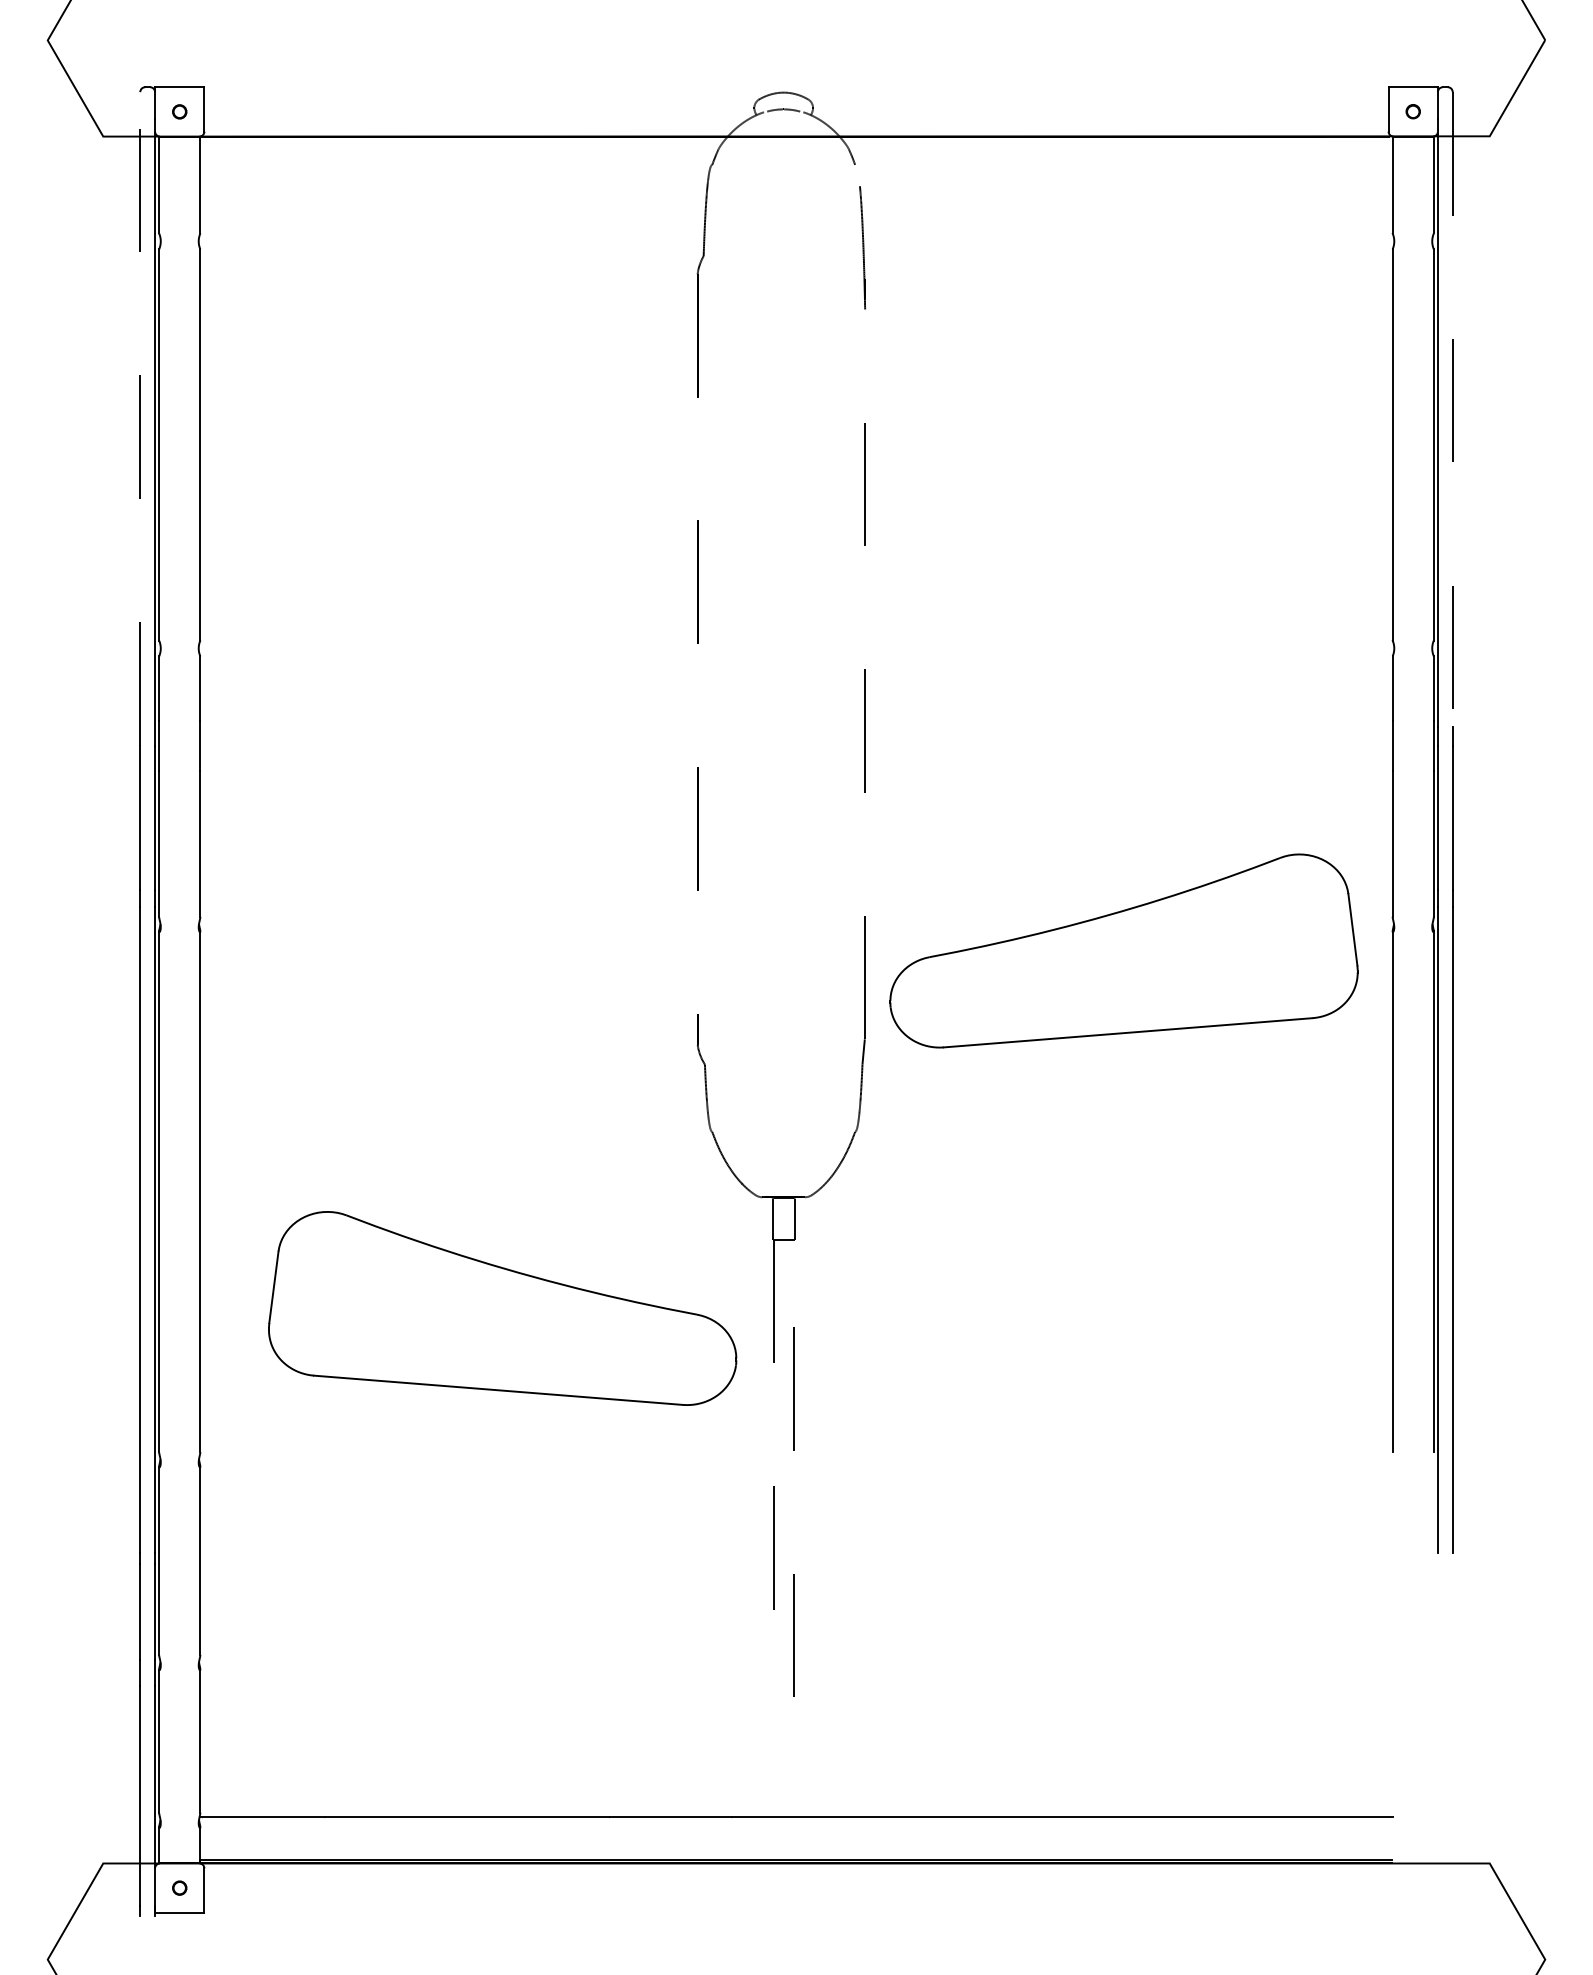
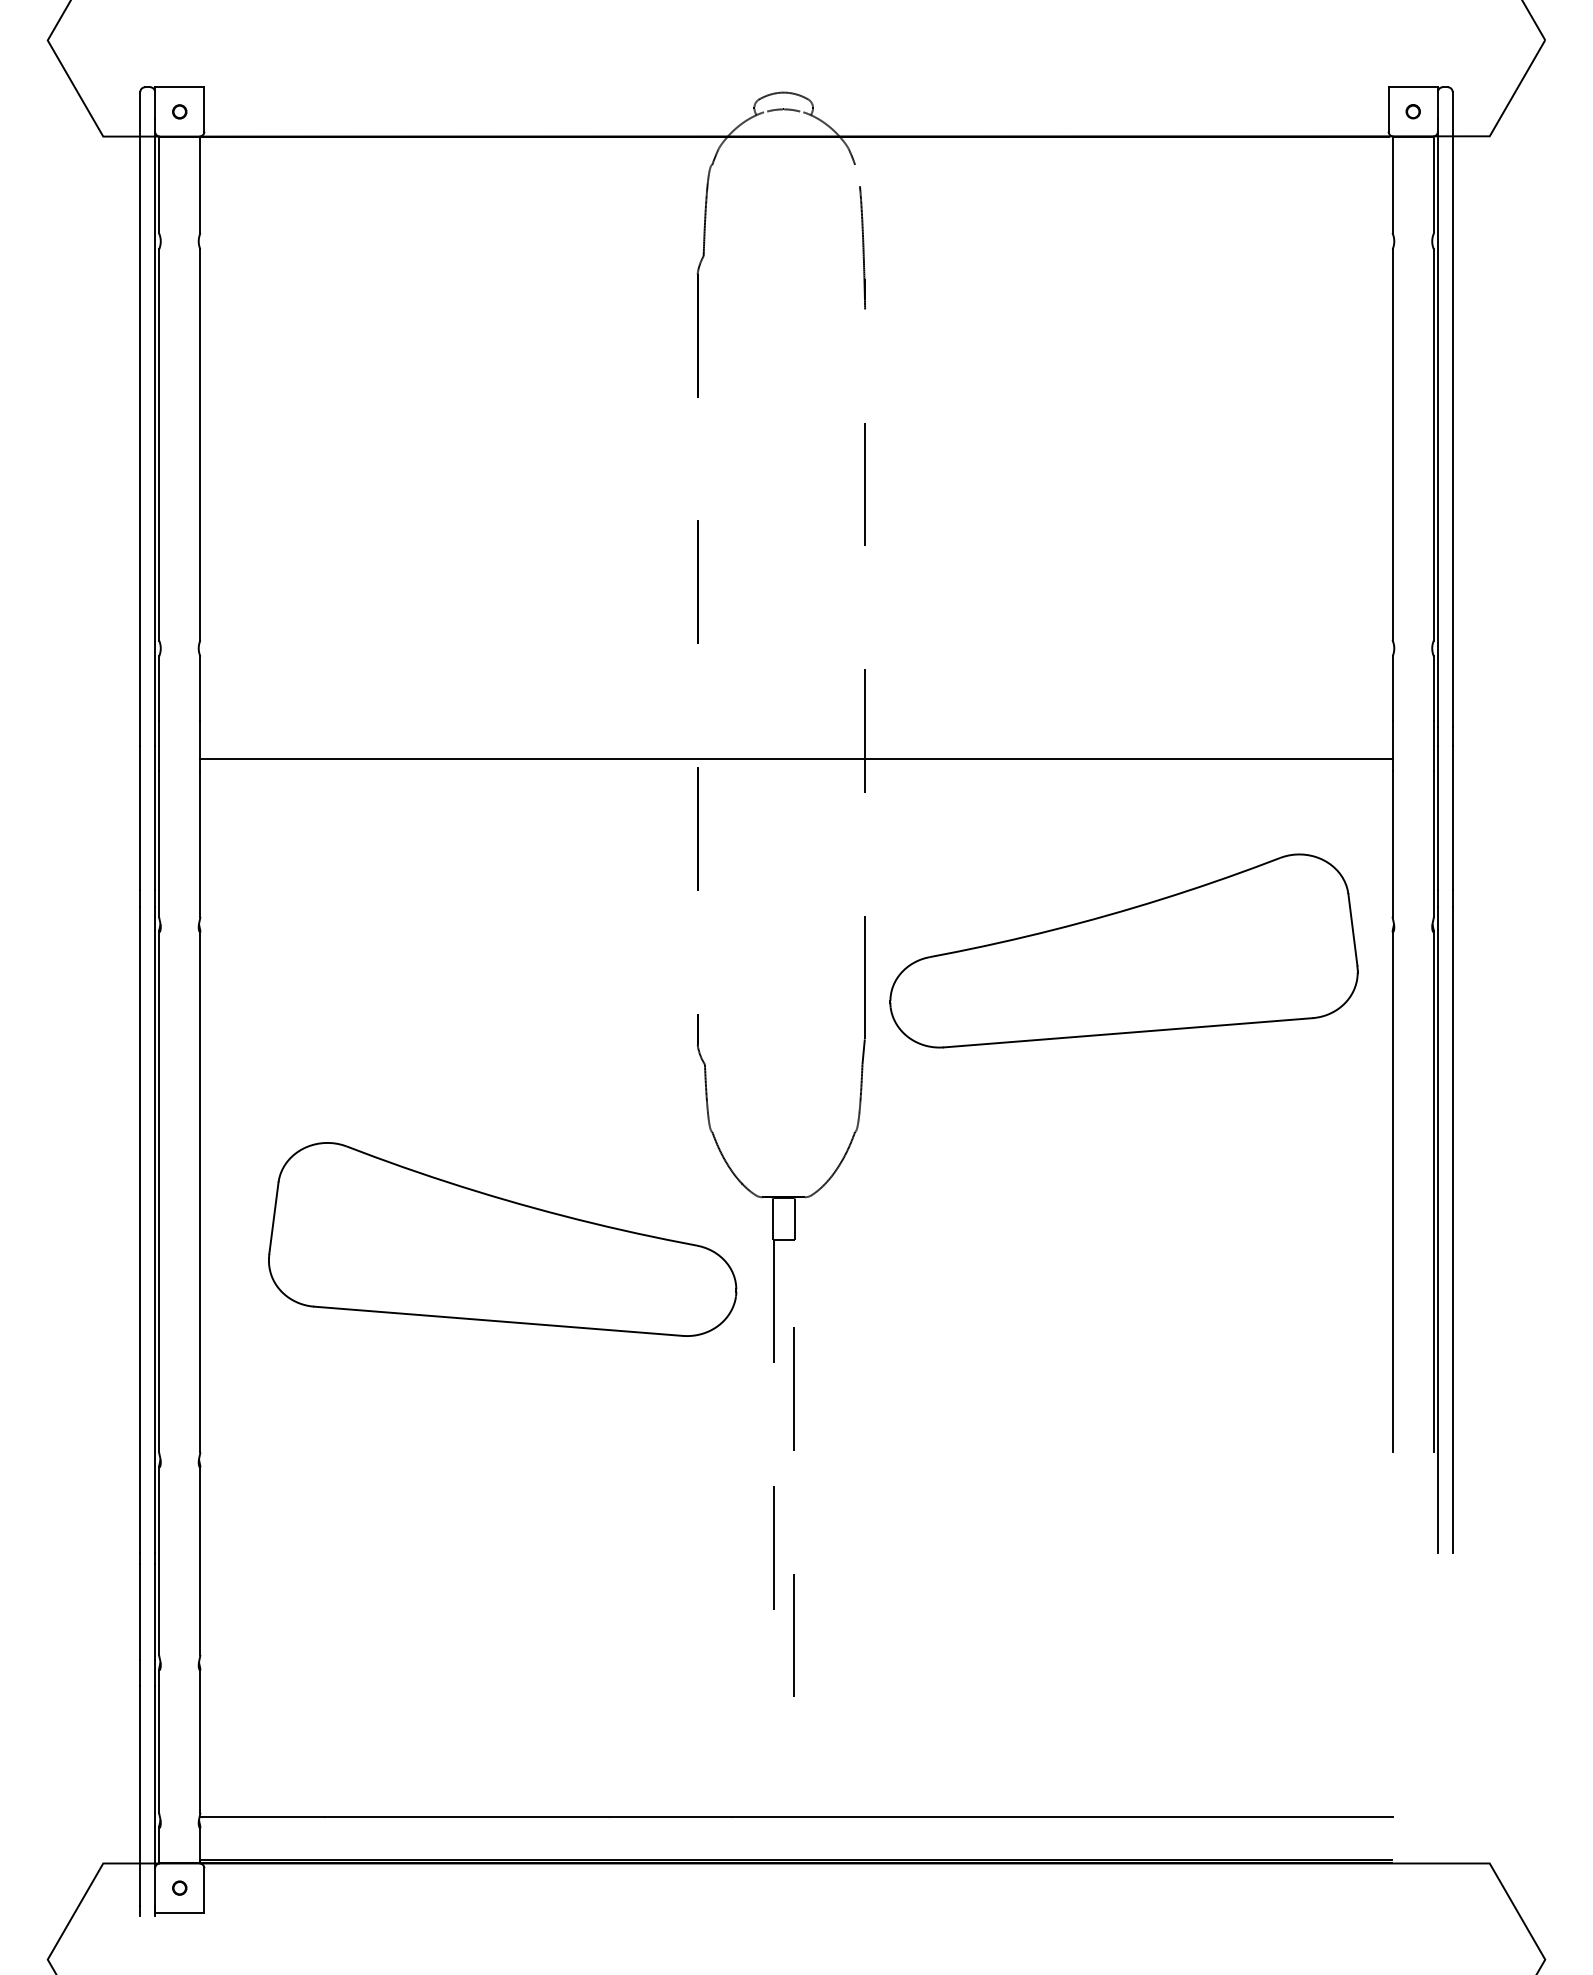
line at (1452, 409): dashed -> solid
line at (140, 418): dashed -> solid
line at (796, 759): none -> present
part at (502, 1308) position: (502, 1308) -> (502, 1239)
